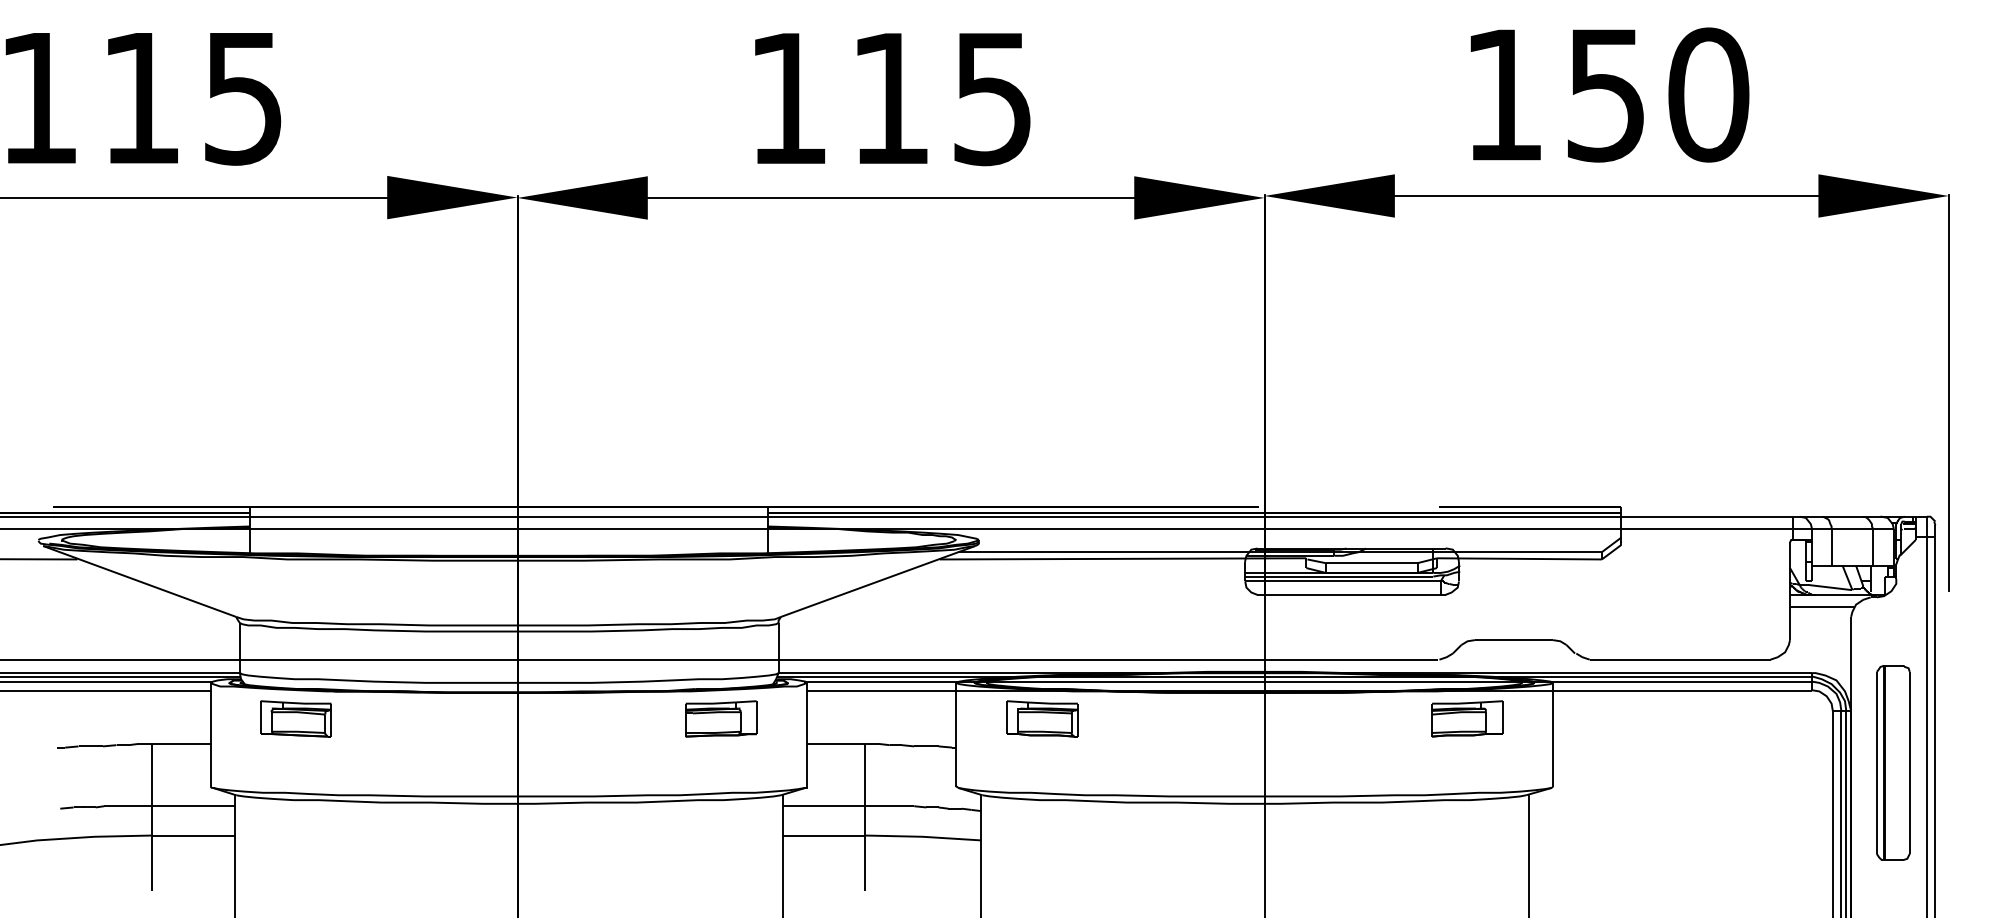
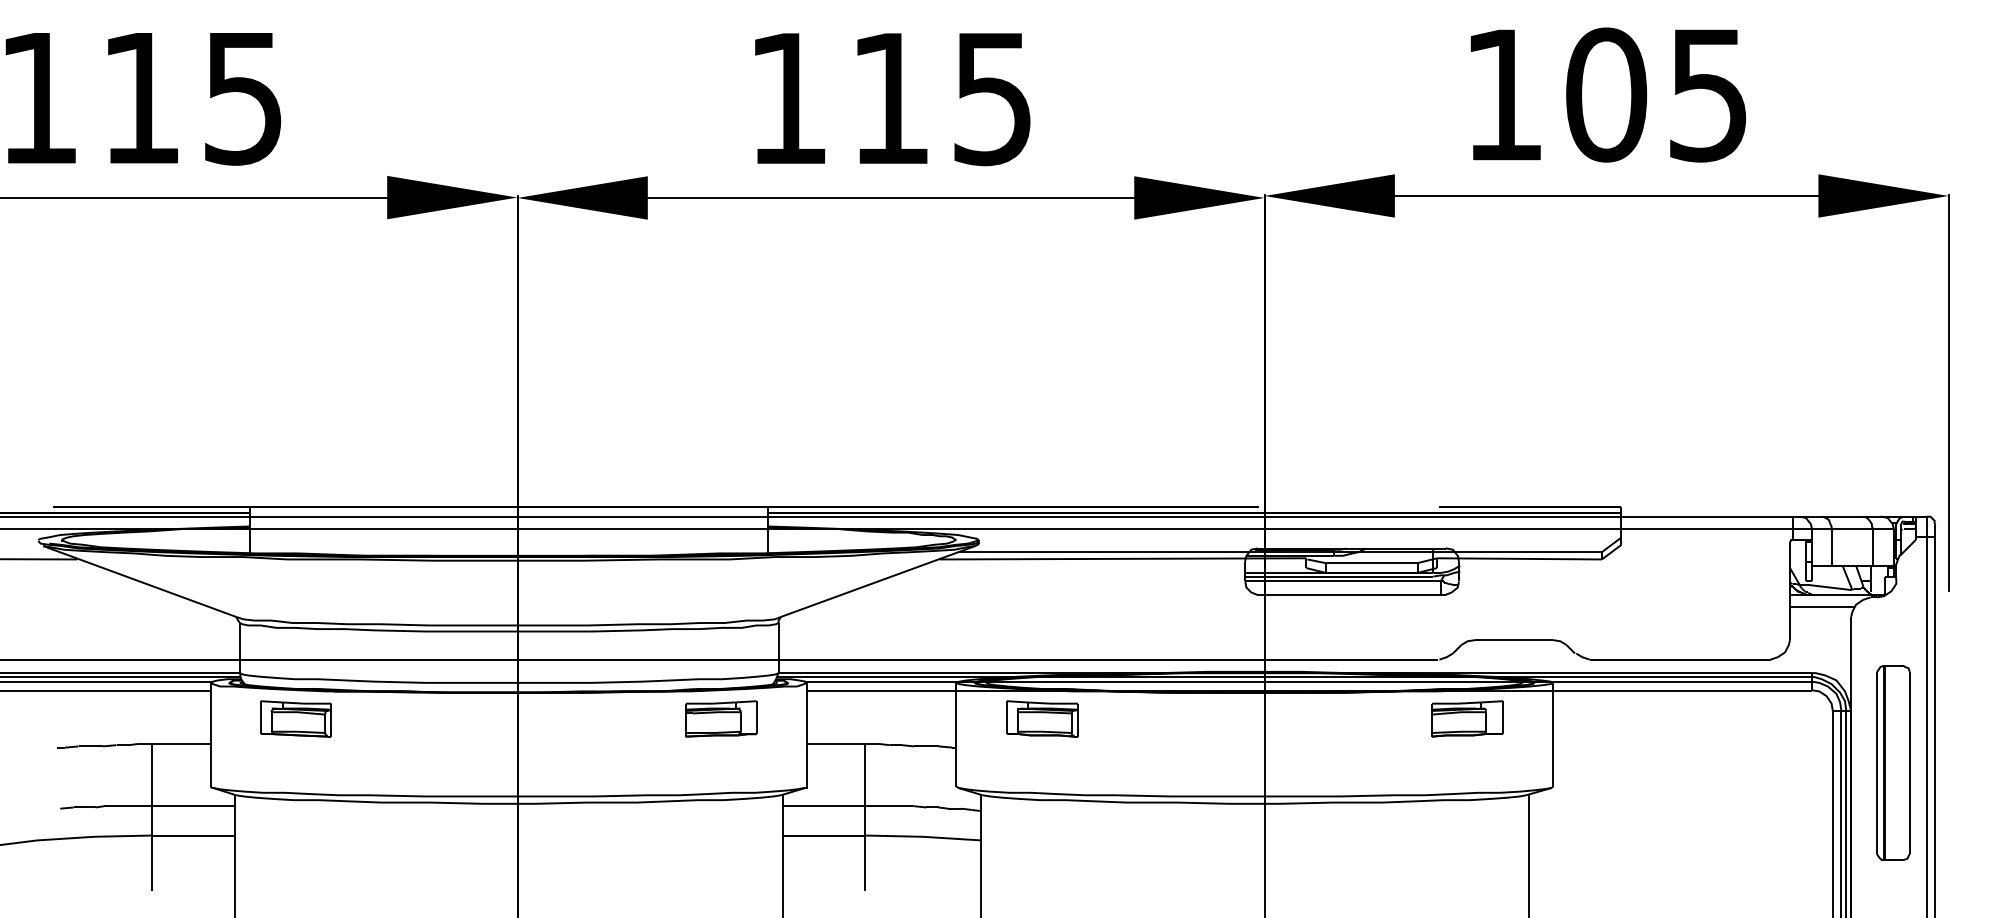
text at (1657, 94): 150 -> 105
